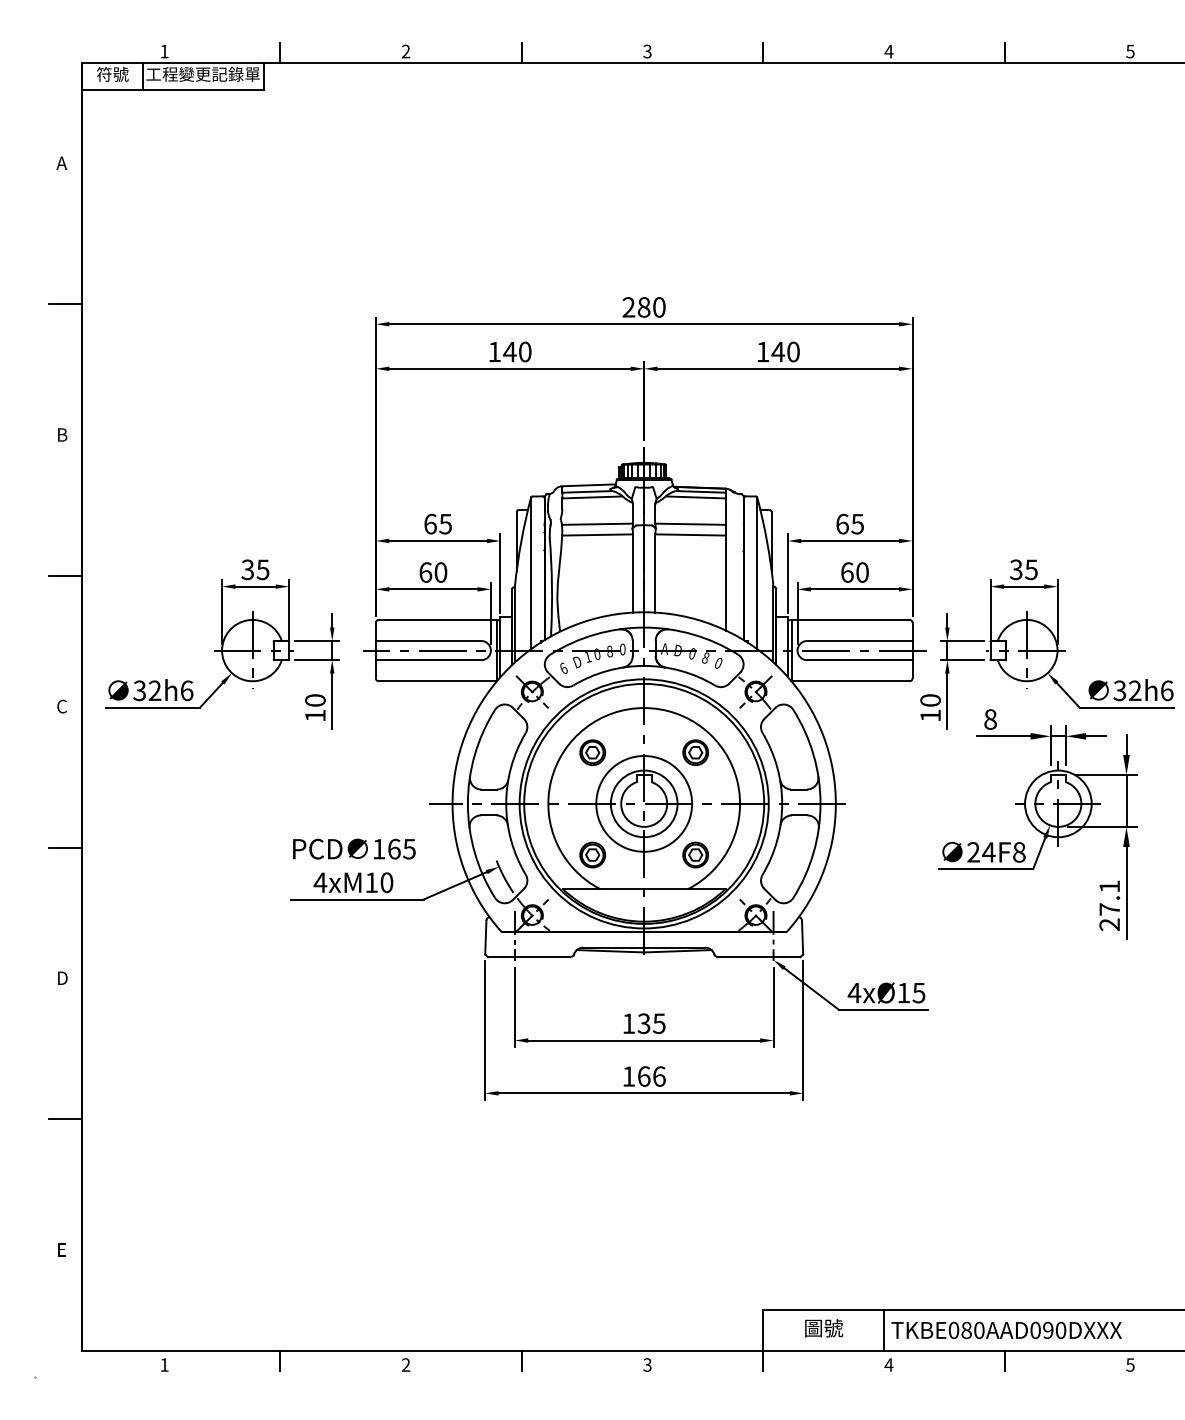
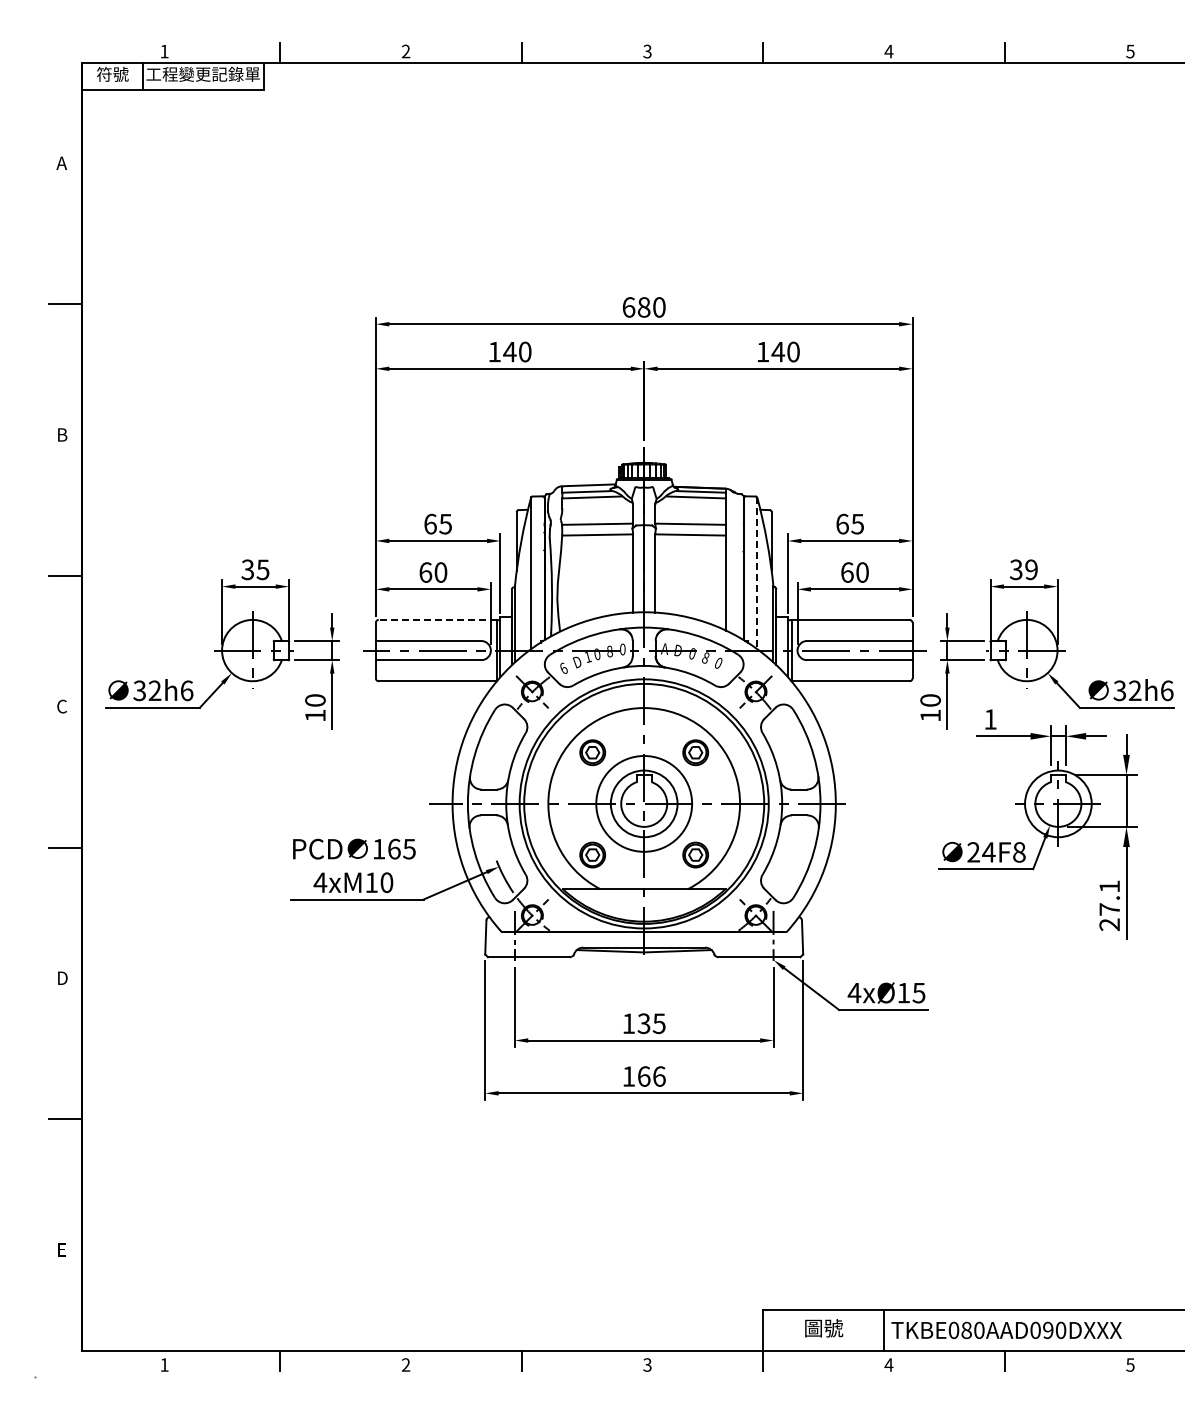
text at (628, 307): 280 -> 680
text at (1031, 569): 35 -> 39
line at (757, 573): solid -> dashed
line at (437, 619): solid -> dashed
text at (990, 719): 8 -> 1
